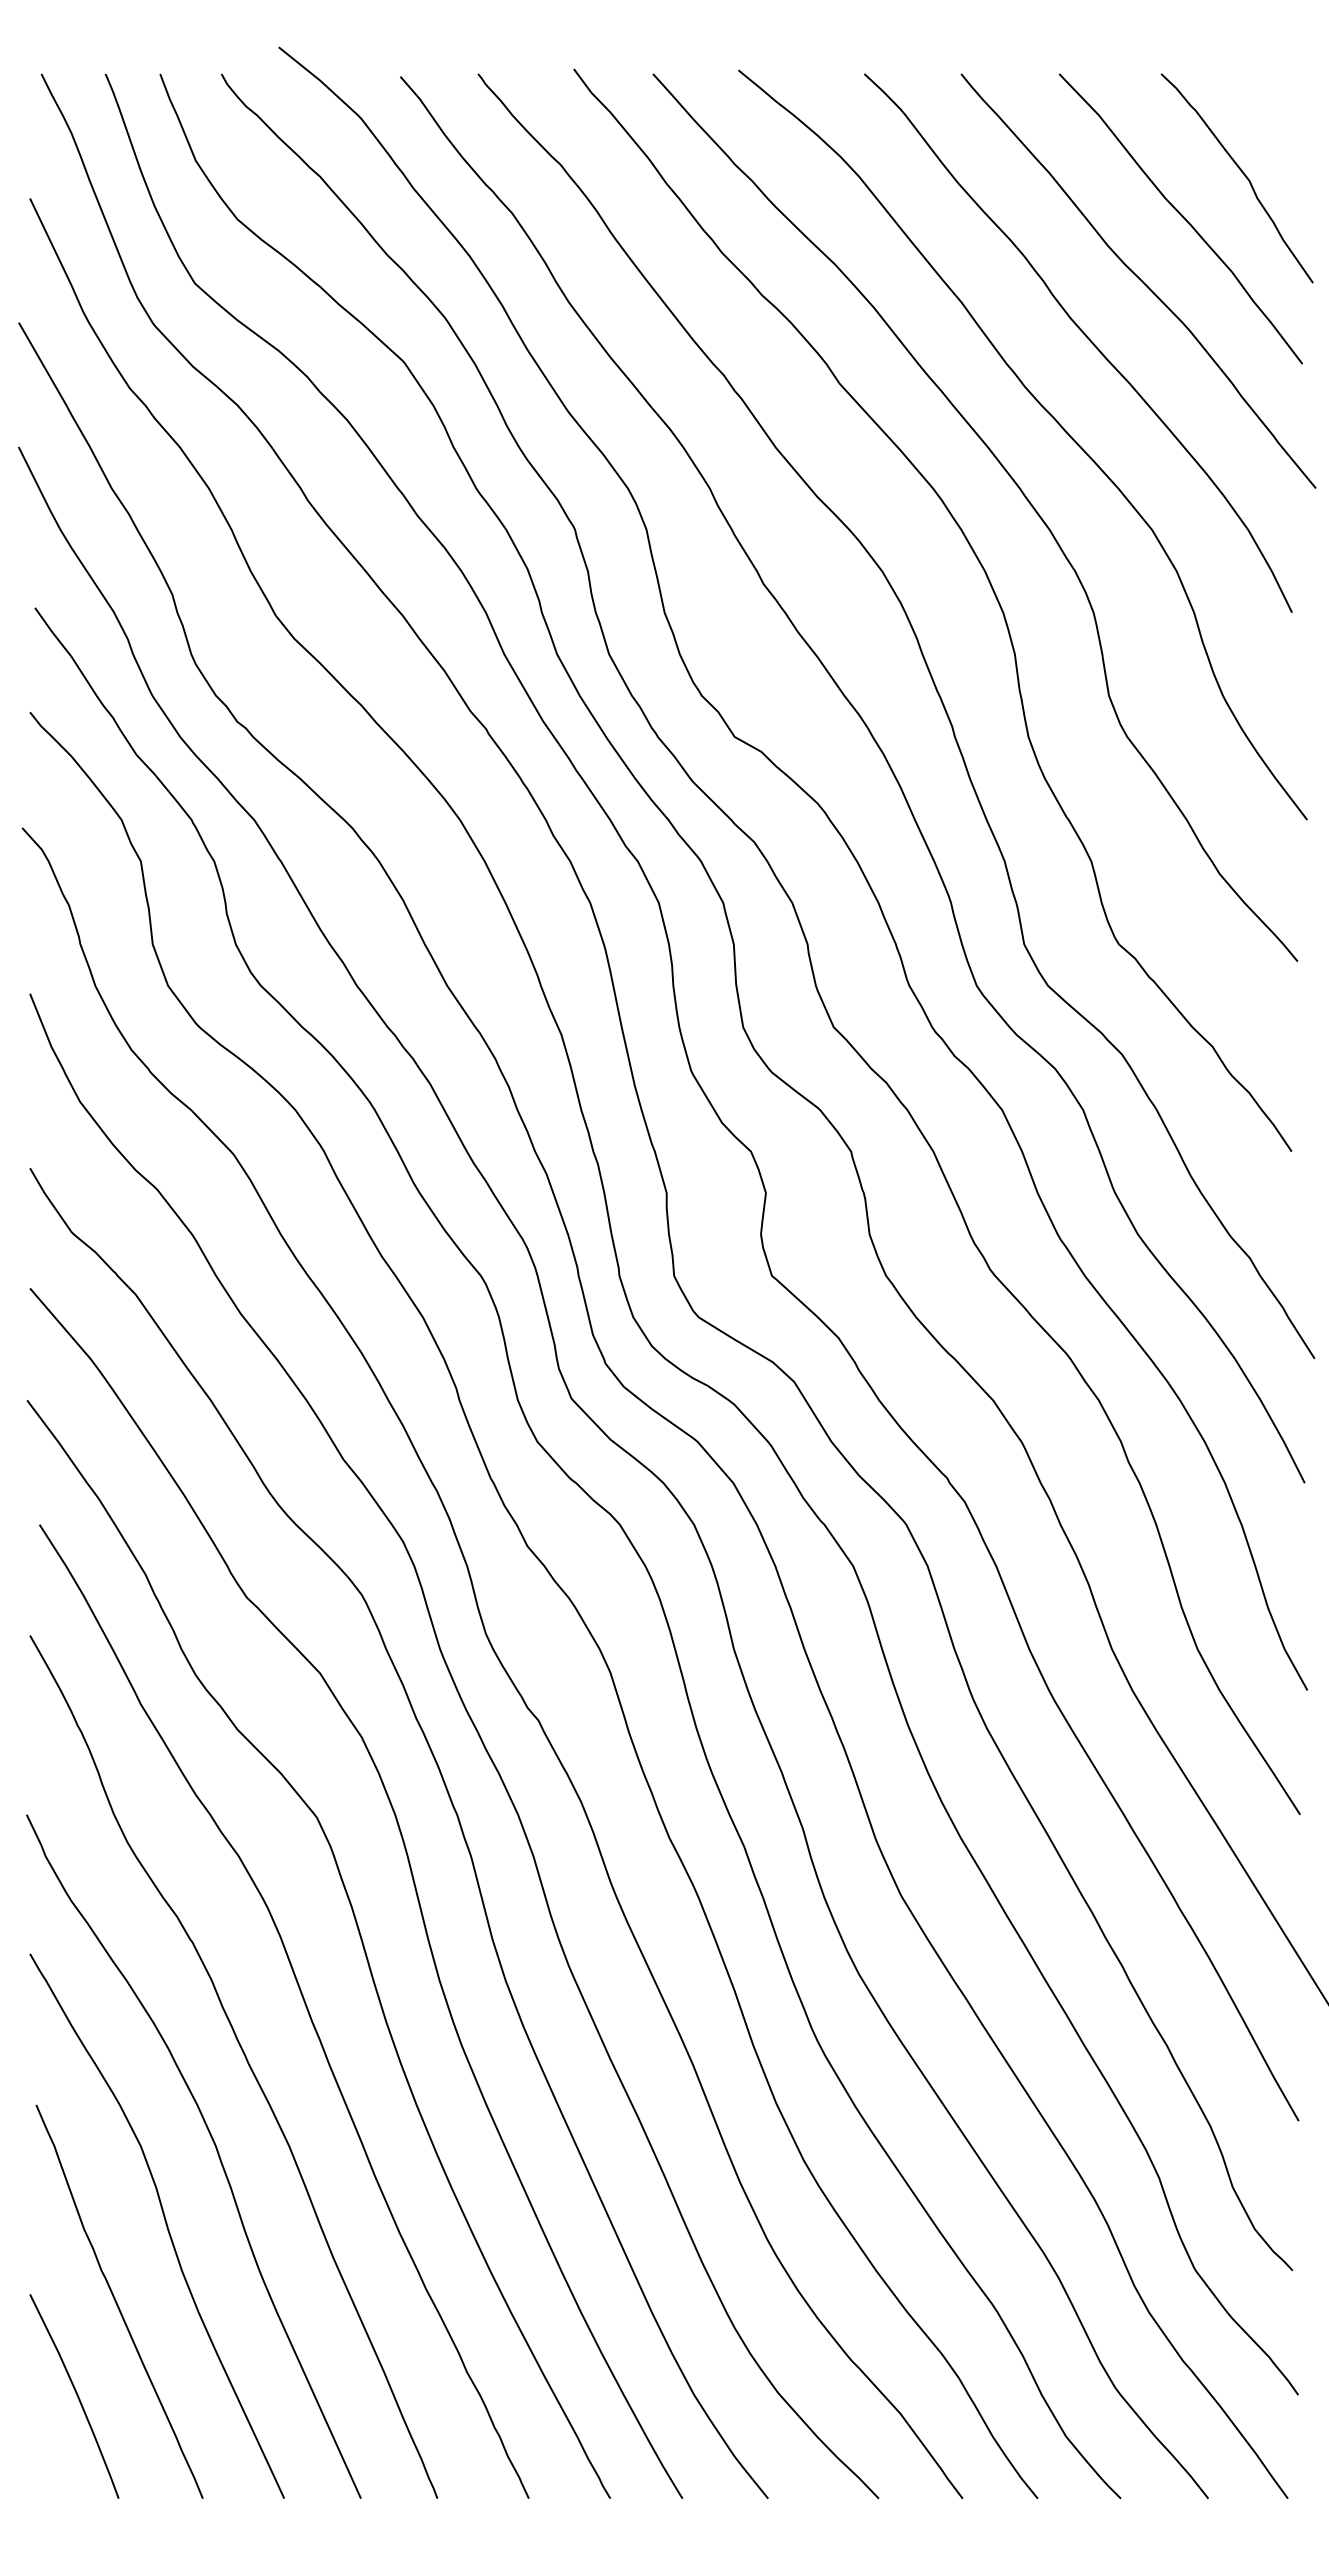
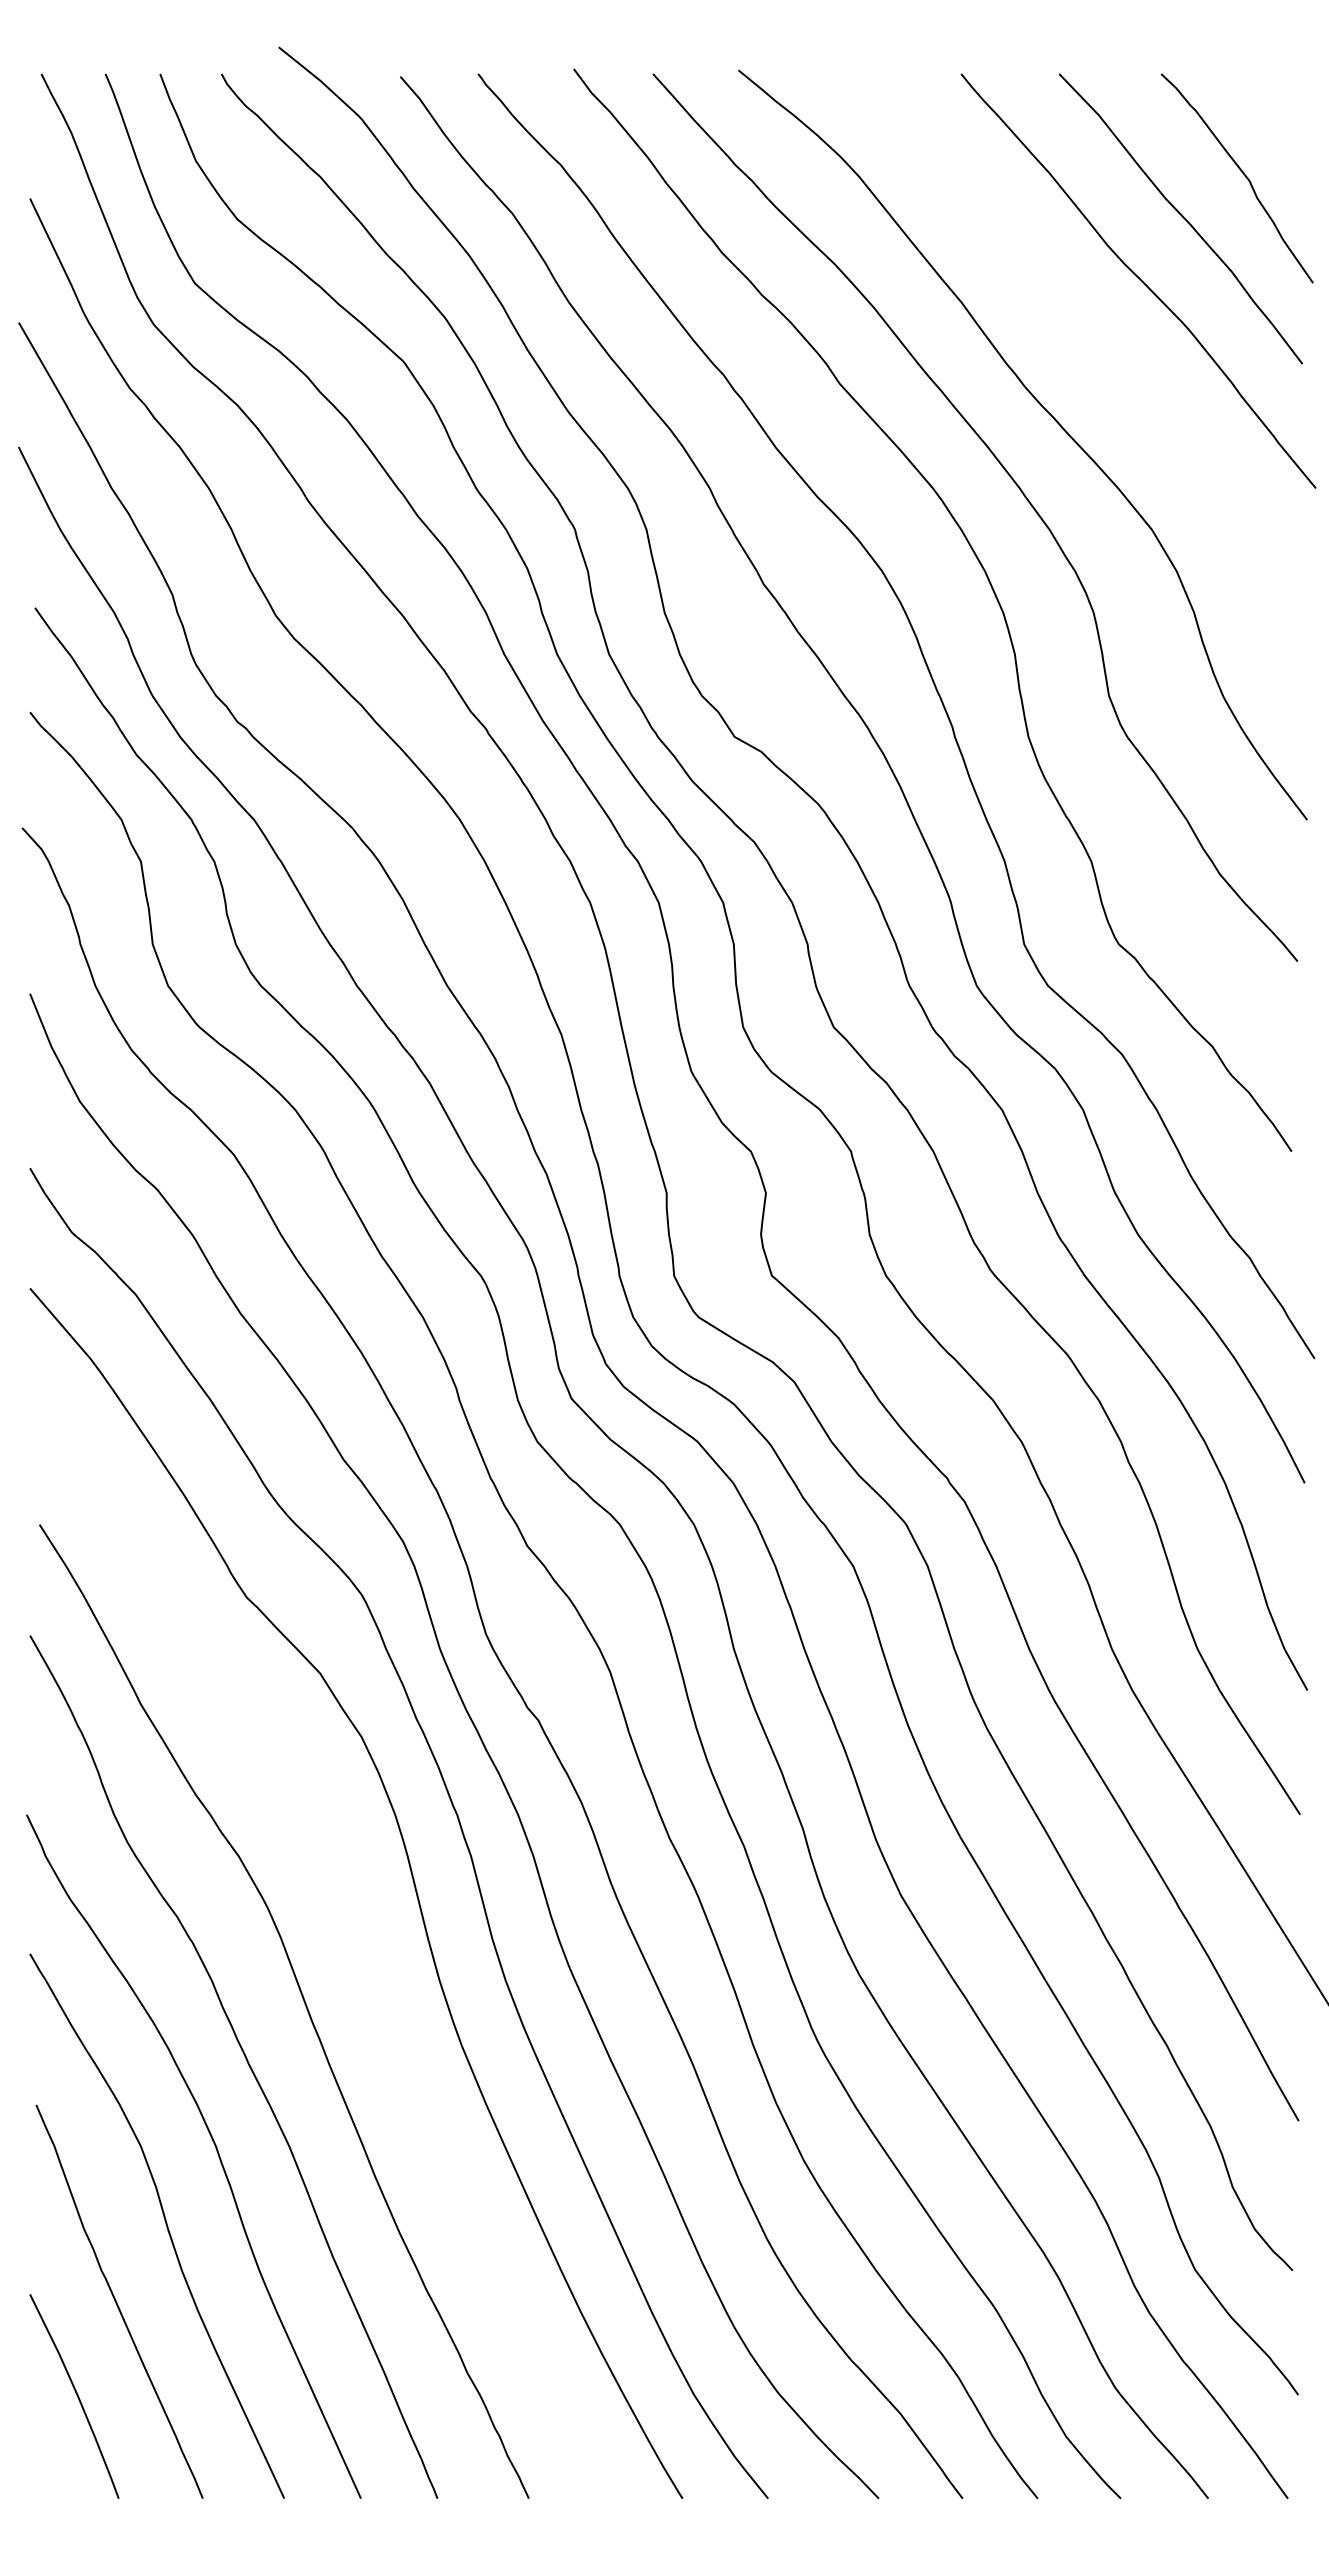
curve at (1084, 335): present -> none
curve at (359, 1936): present -> none
